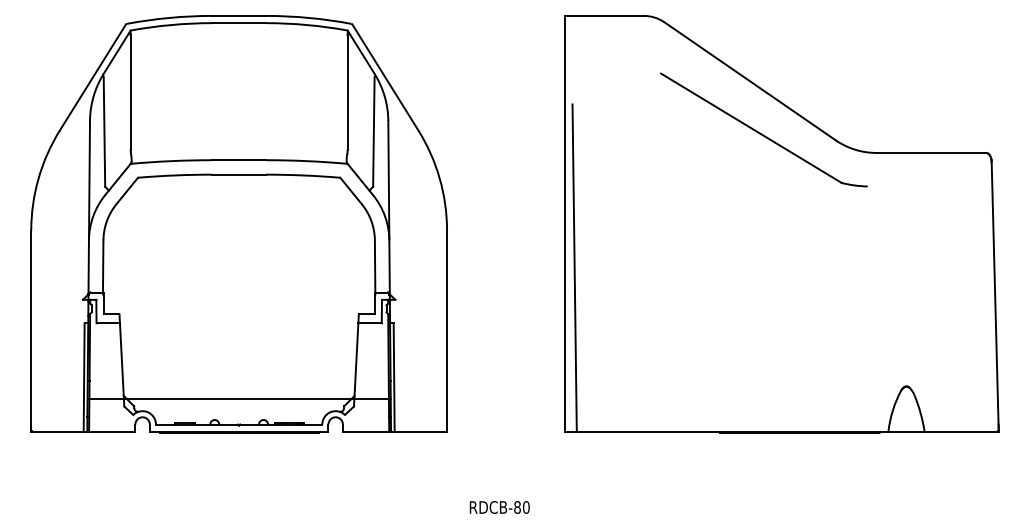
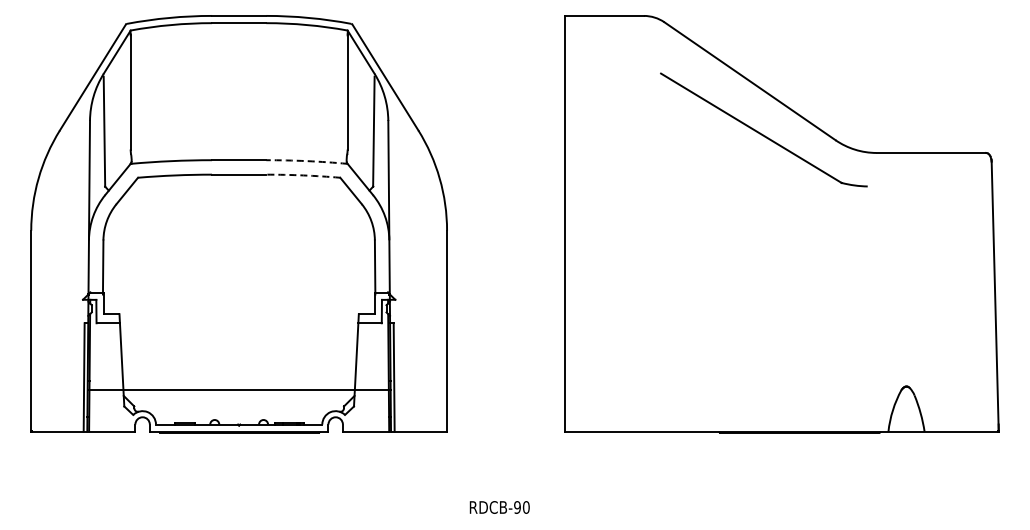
arc at (307, 161): solid -> dashed
arc at (303, 175): solid -> dashed
line at (574, 267): present -> none
line at (238, 398) position: (238, 398) -> (238, 389)
text at (517, 507): RDCB-80 -> RDCB-90
